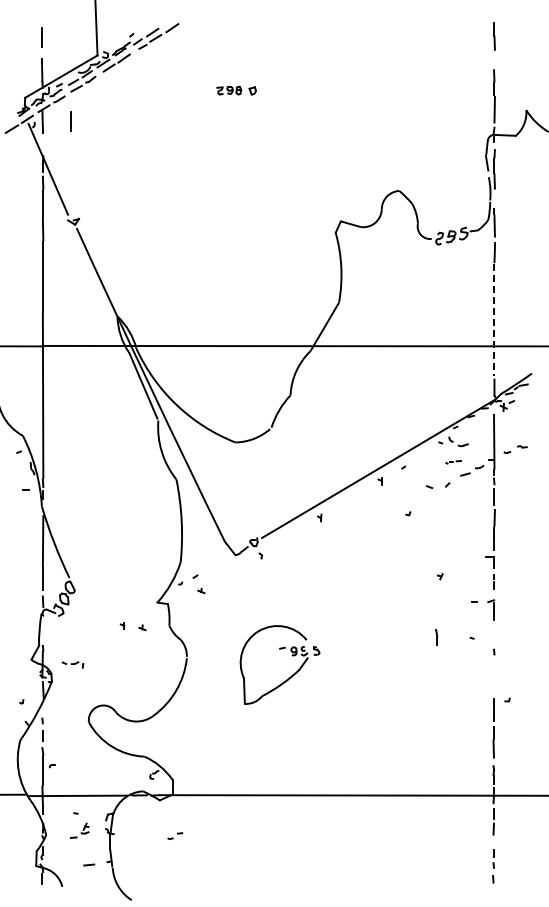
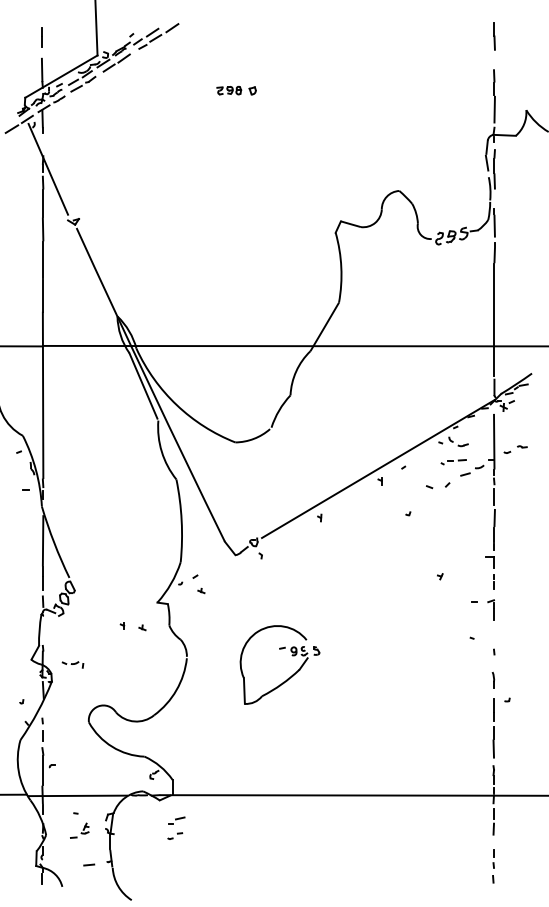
line at (70, 121): present -> none
line at (494, 320): dashed -> solid
part at (453, 462) size: 17x5 px -> 27x7 px
part at (436, 637) position: (436, 637) -> (493, 680)
part at (176, 820): none -> present
